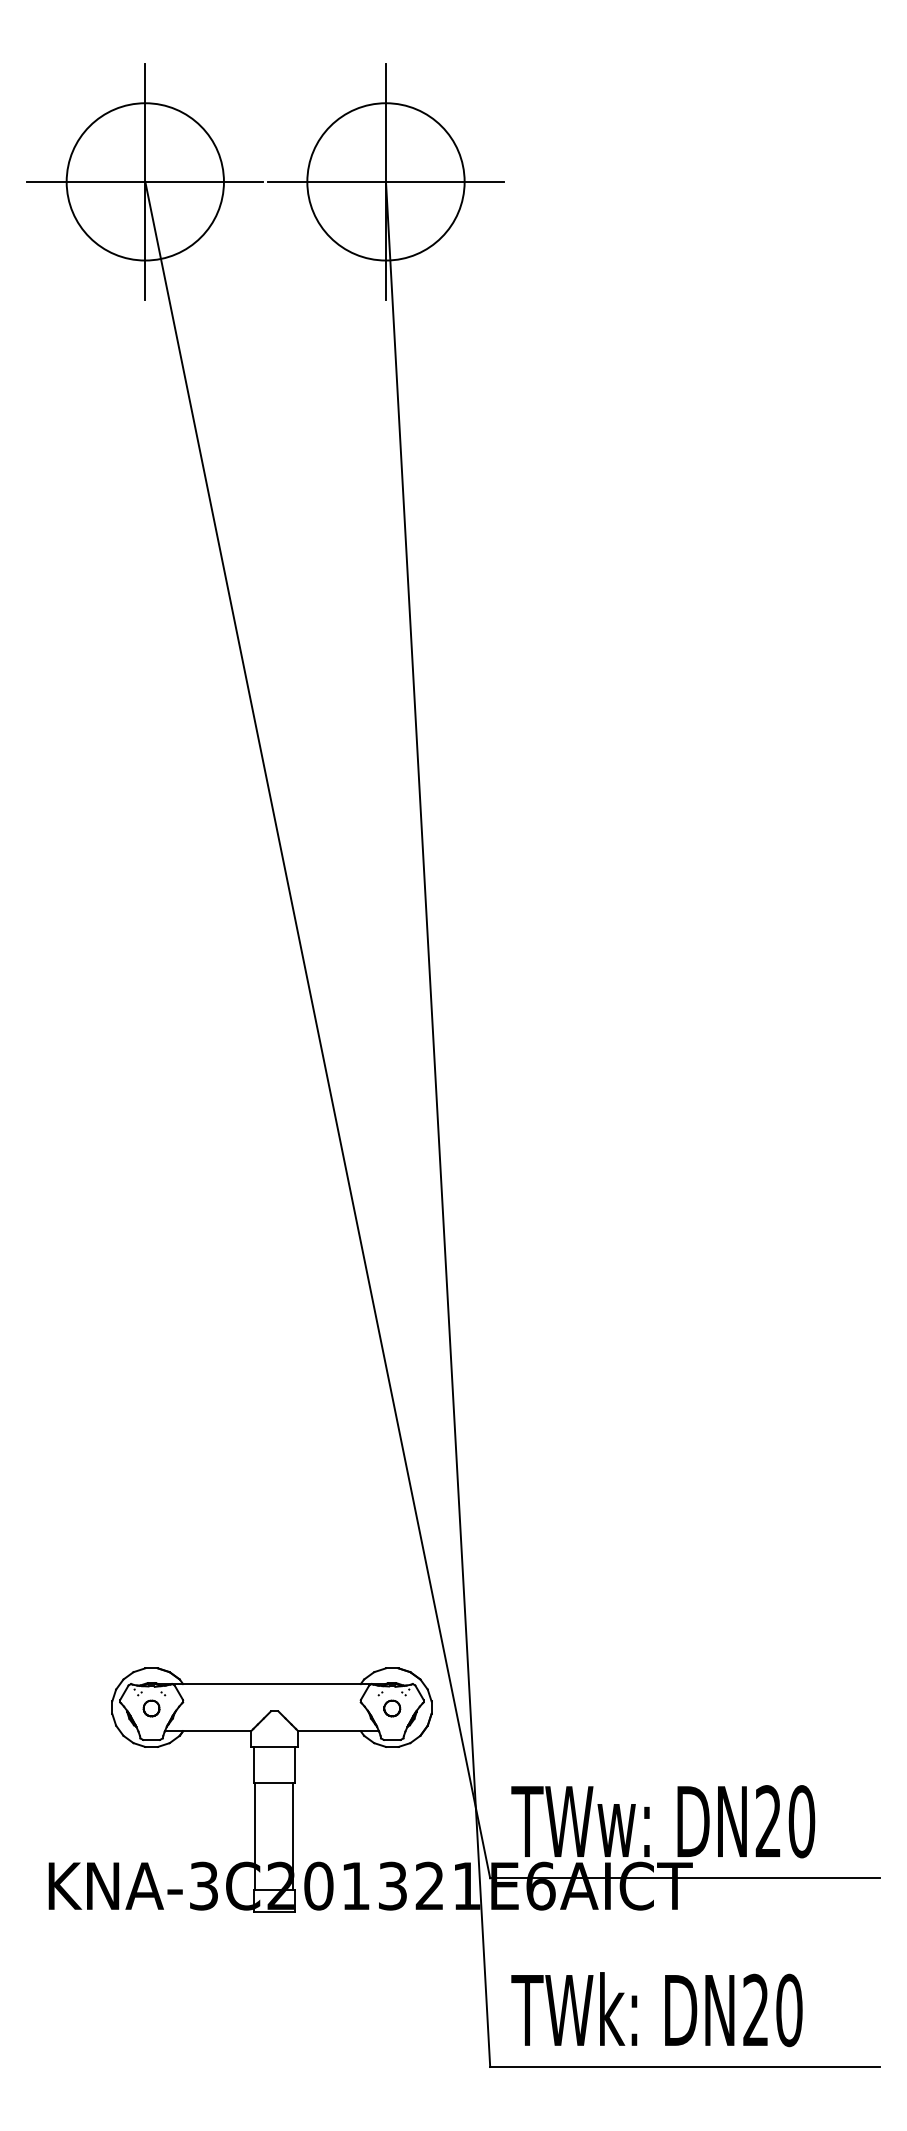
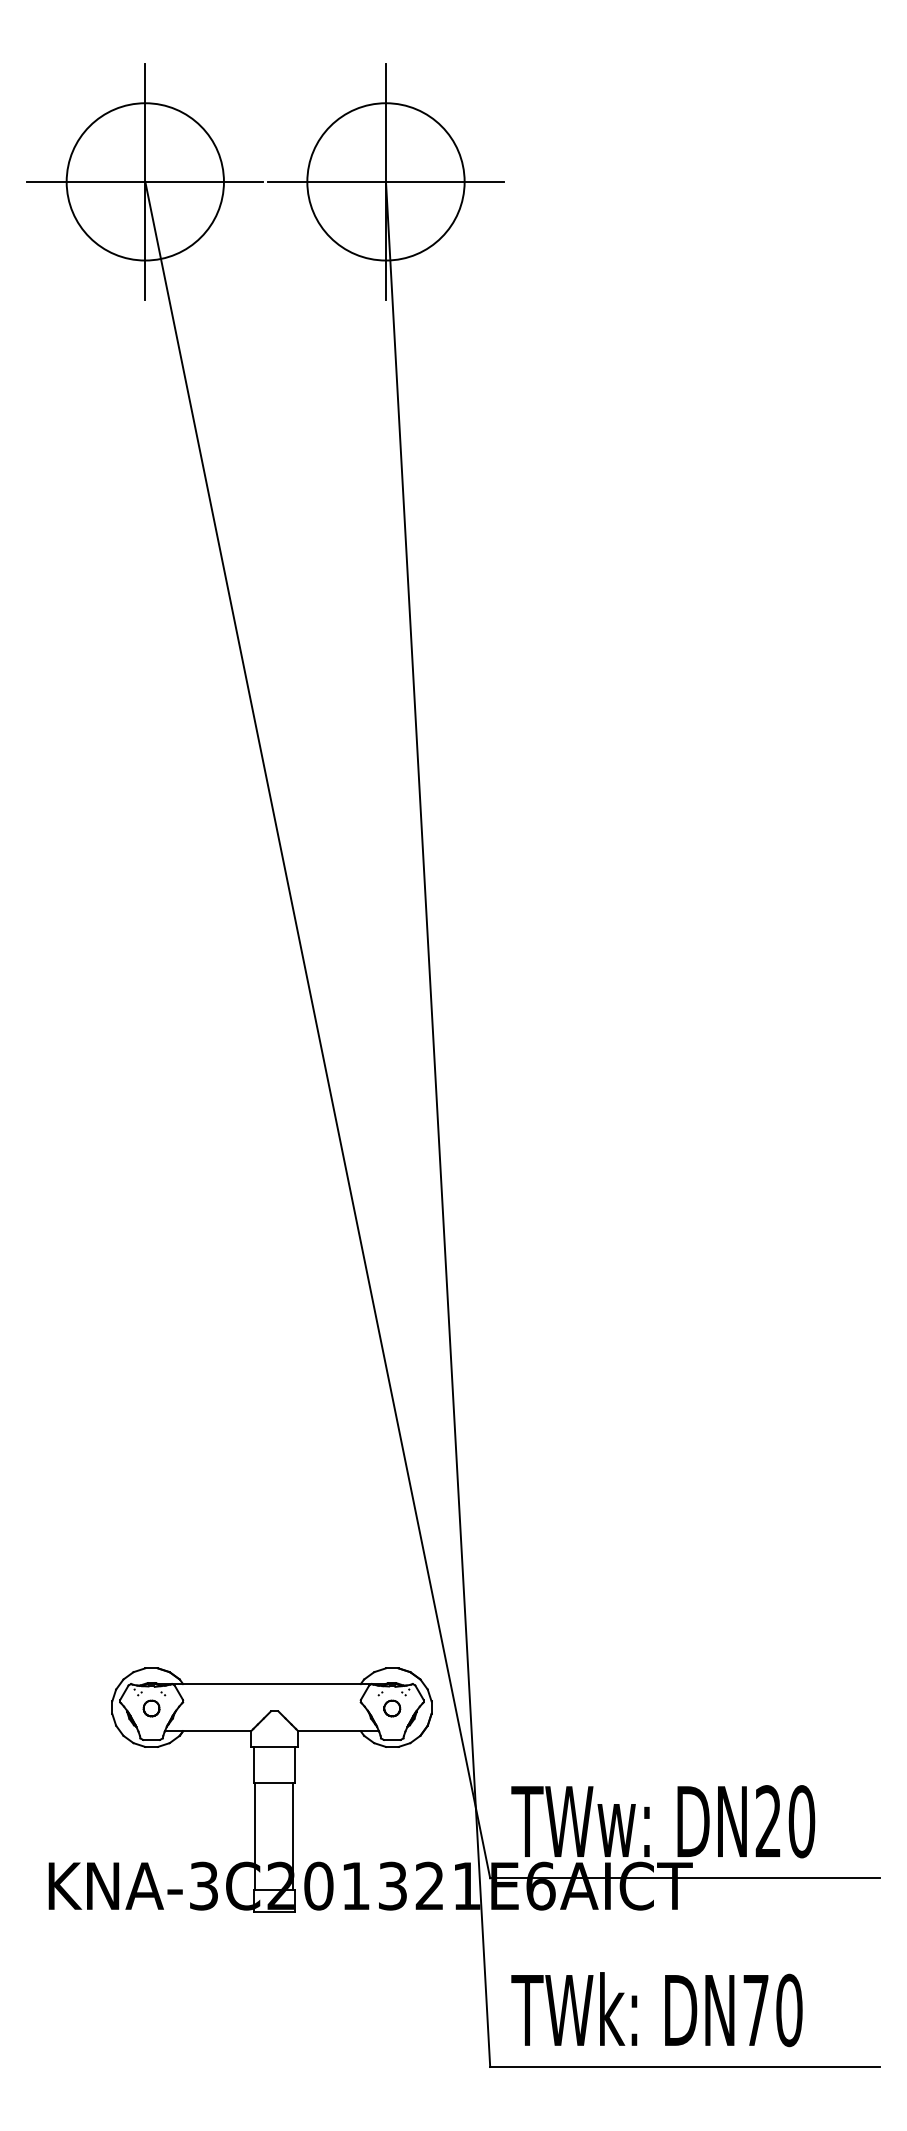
text at (755, 2009): DN20 -> DN70
